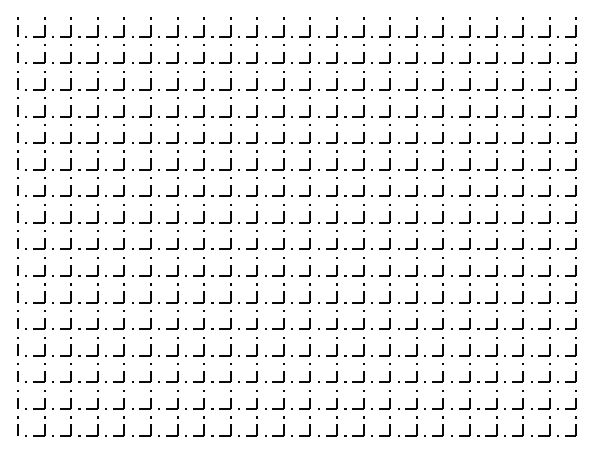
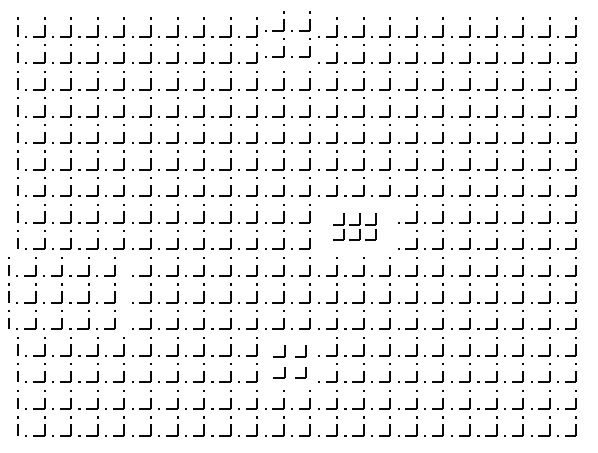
part at (287, 40) position: (287, 40) -> (287, 34)
part at (354, 226) size: 73x46 px -> 44x28 px
part at (70, 293) position: (70, 293) -> (61, 293)
part at (287, 359) size: 46x46 px -> 34x34 px
